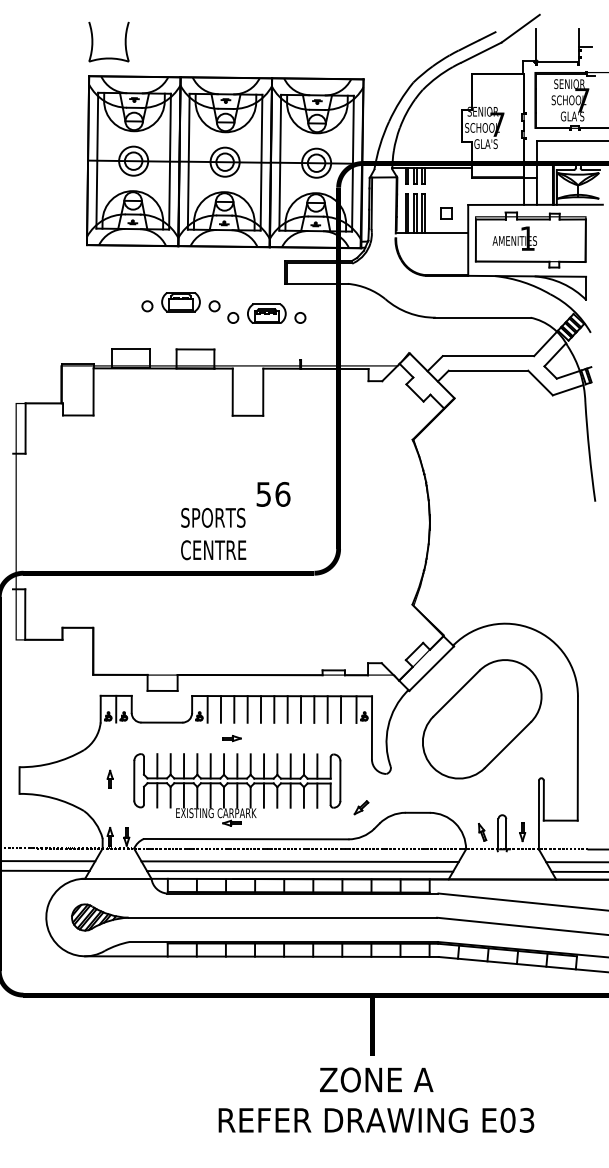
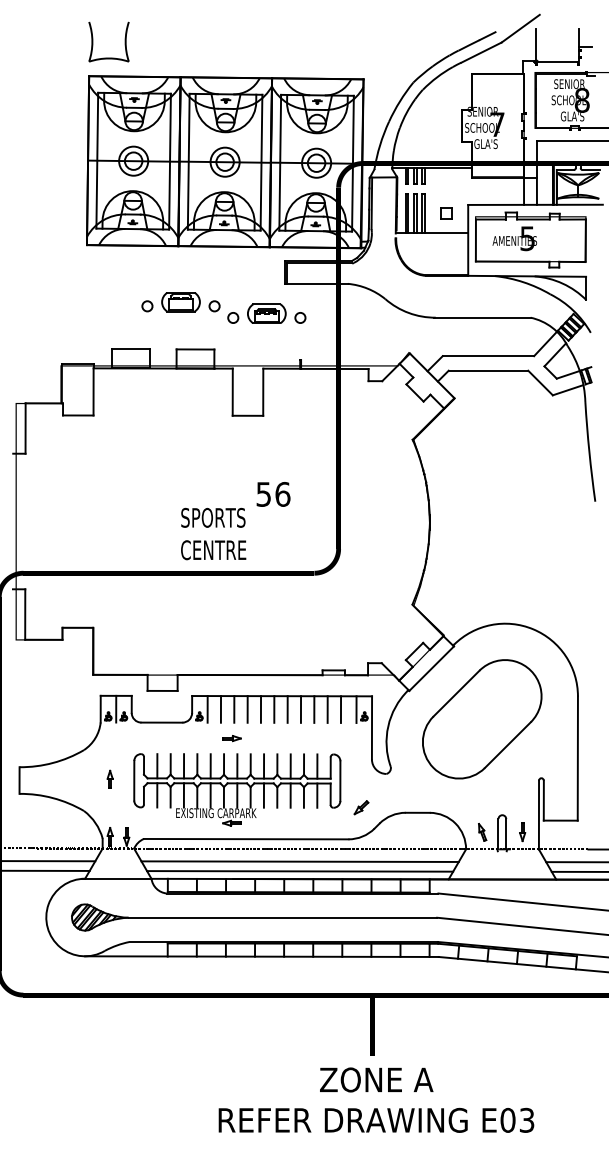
text at (581, 100): 7 -> 8
text at (527, 238): 1 -> 5
